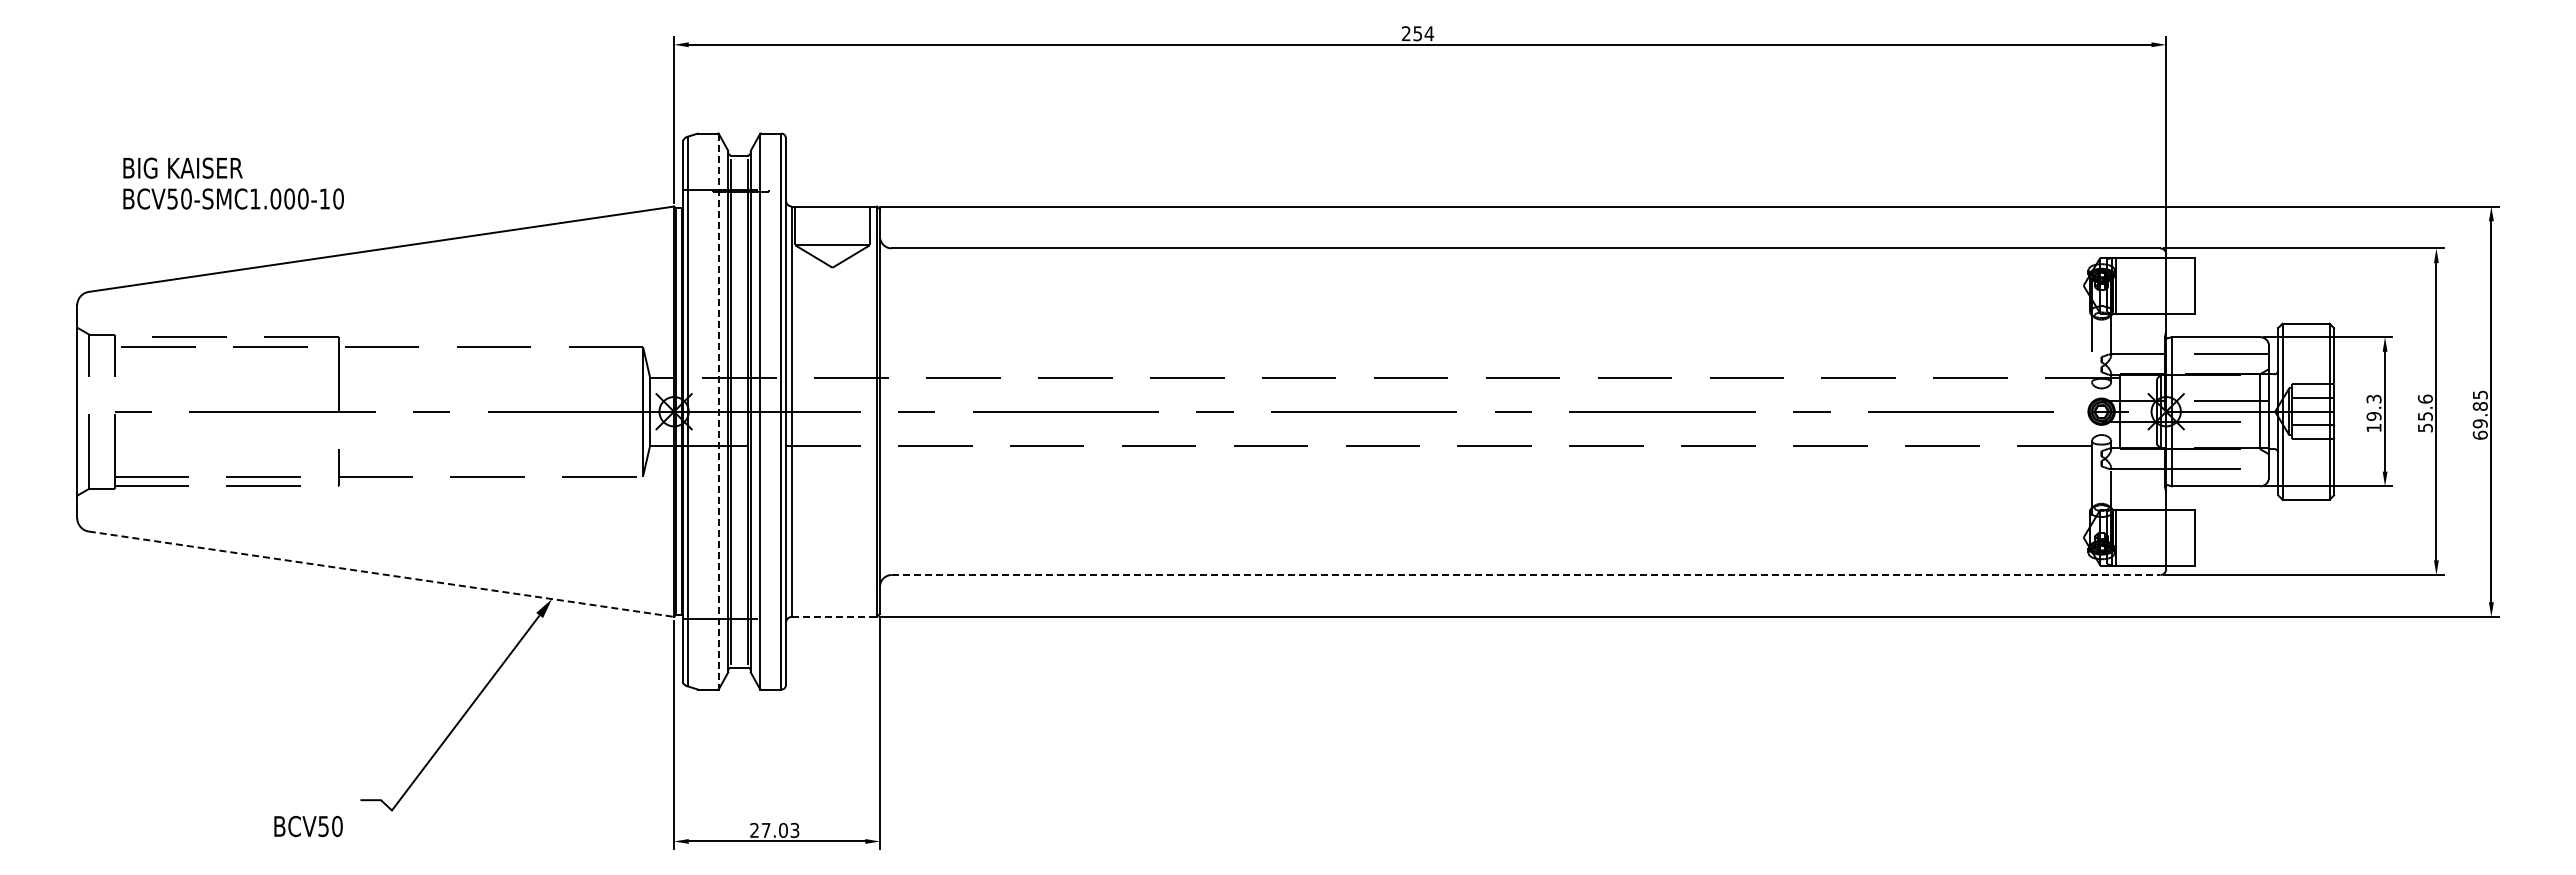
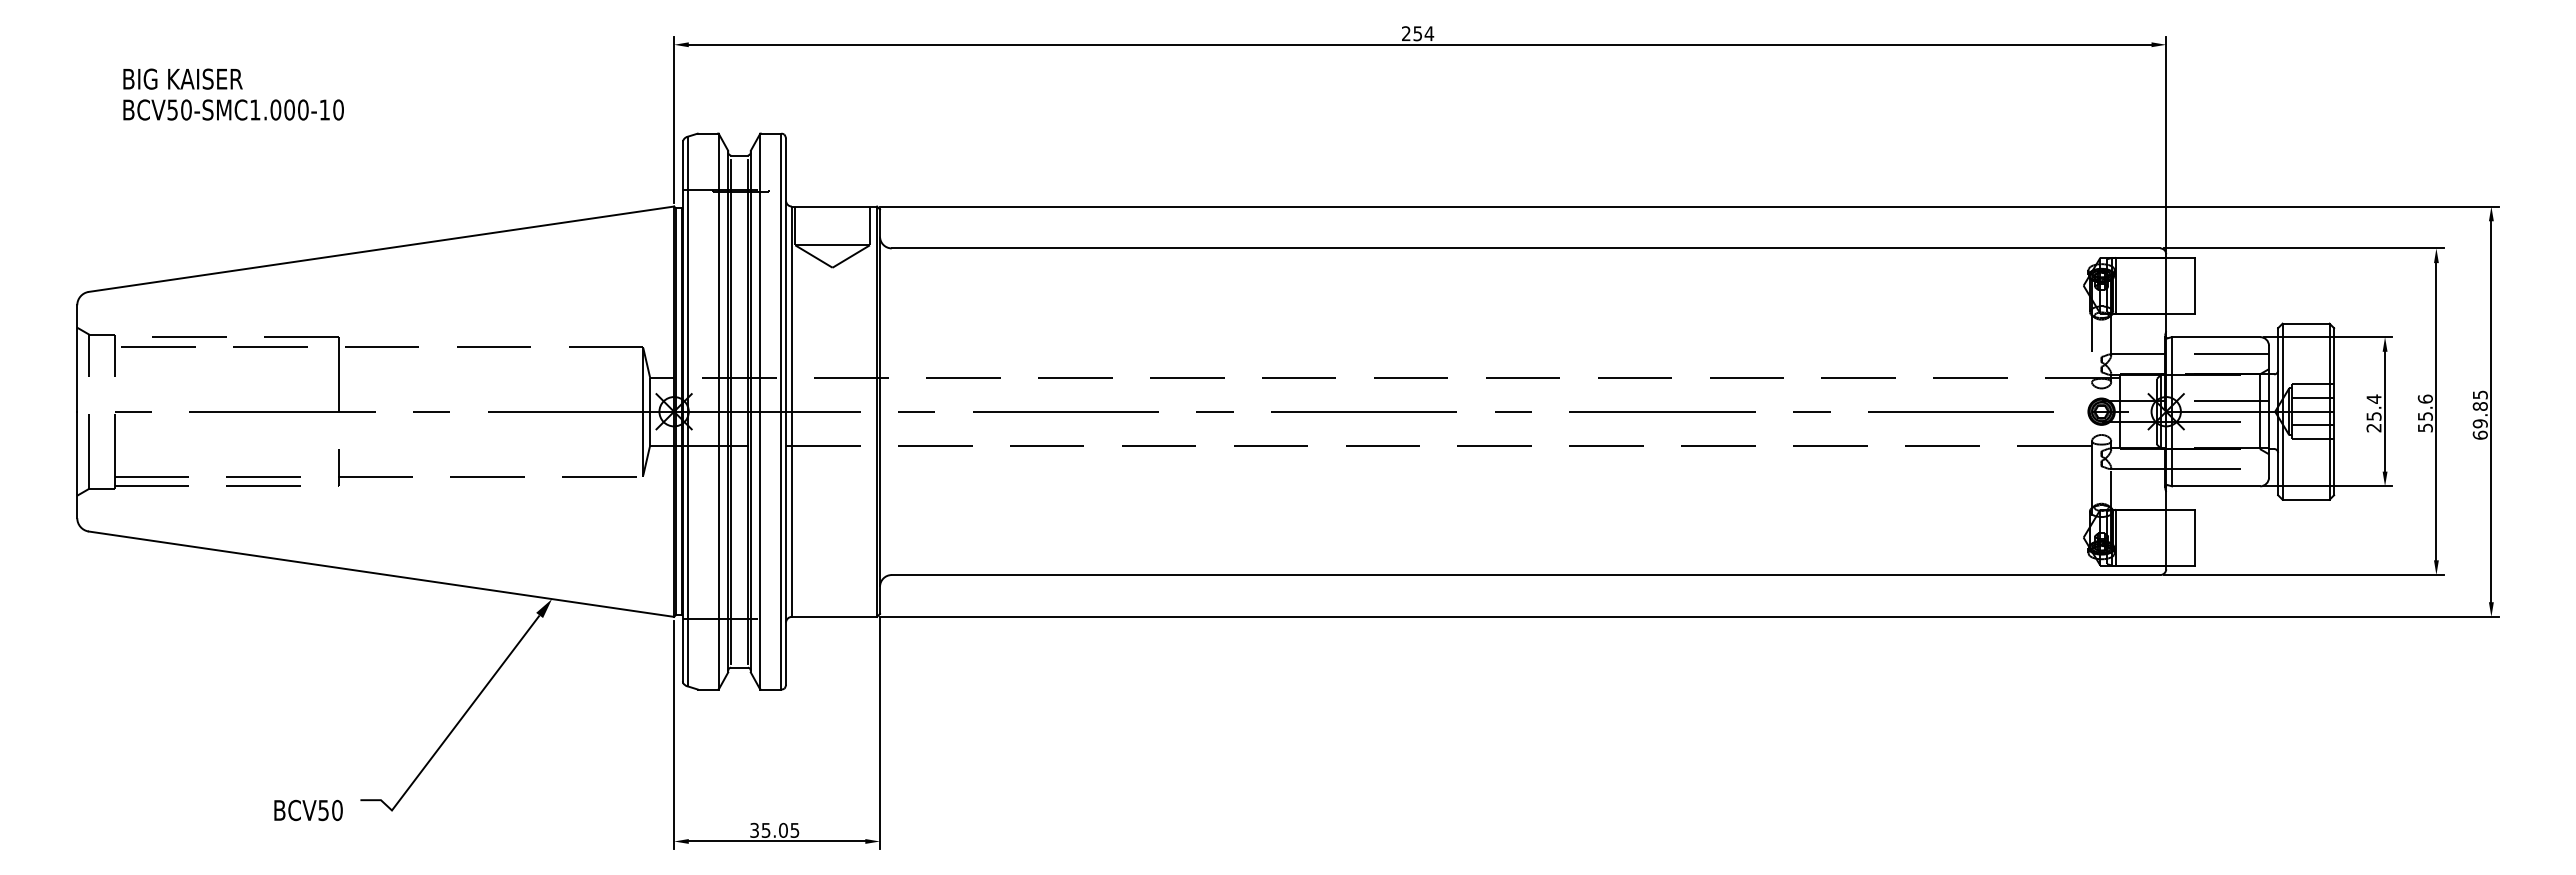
text at (233, 183) position: (233, 183) -> (233, 94)
line at (718, 411): dashed -> solid
text at (2373, 413): 19.3 -> 25.4
line at (381, 574): dashed -> solid
line at (1526, 575): dashed -> solid
line at (834, 616): dashed -> solid
text at (308, 826) position: (308, 826) -> (308, 810)
text at (774, 829): 27.03 -> 35.05
